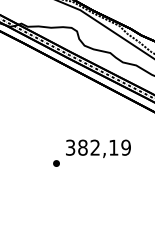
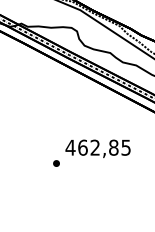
text at (97, 147): 382,19 -> 462,85
